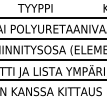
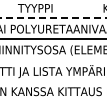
line at (53, 18): solid -> dashed
line at (52, 60): present -> none
line at (52, 80): present -> none
